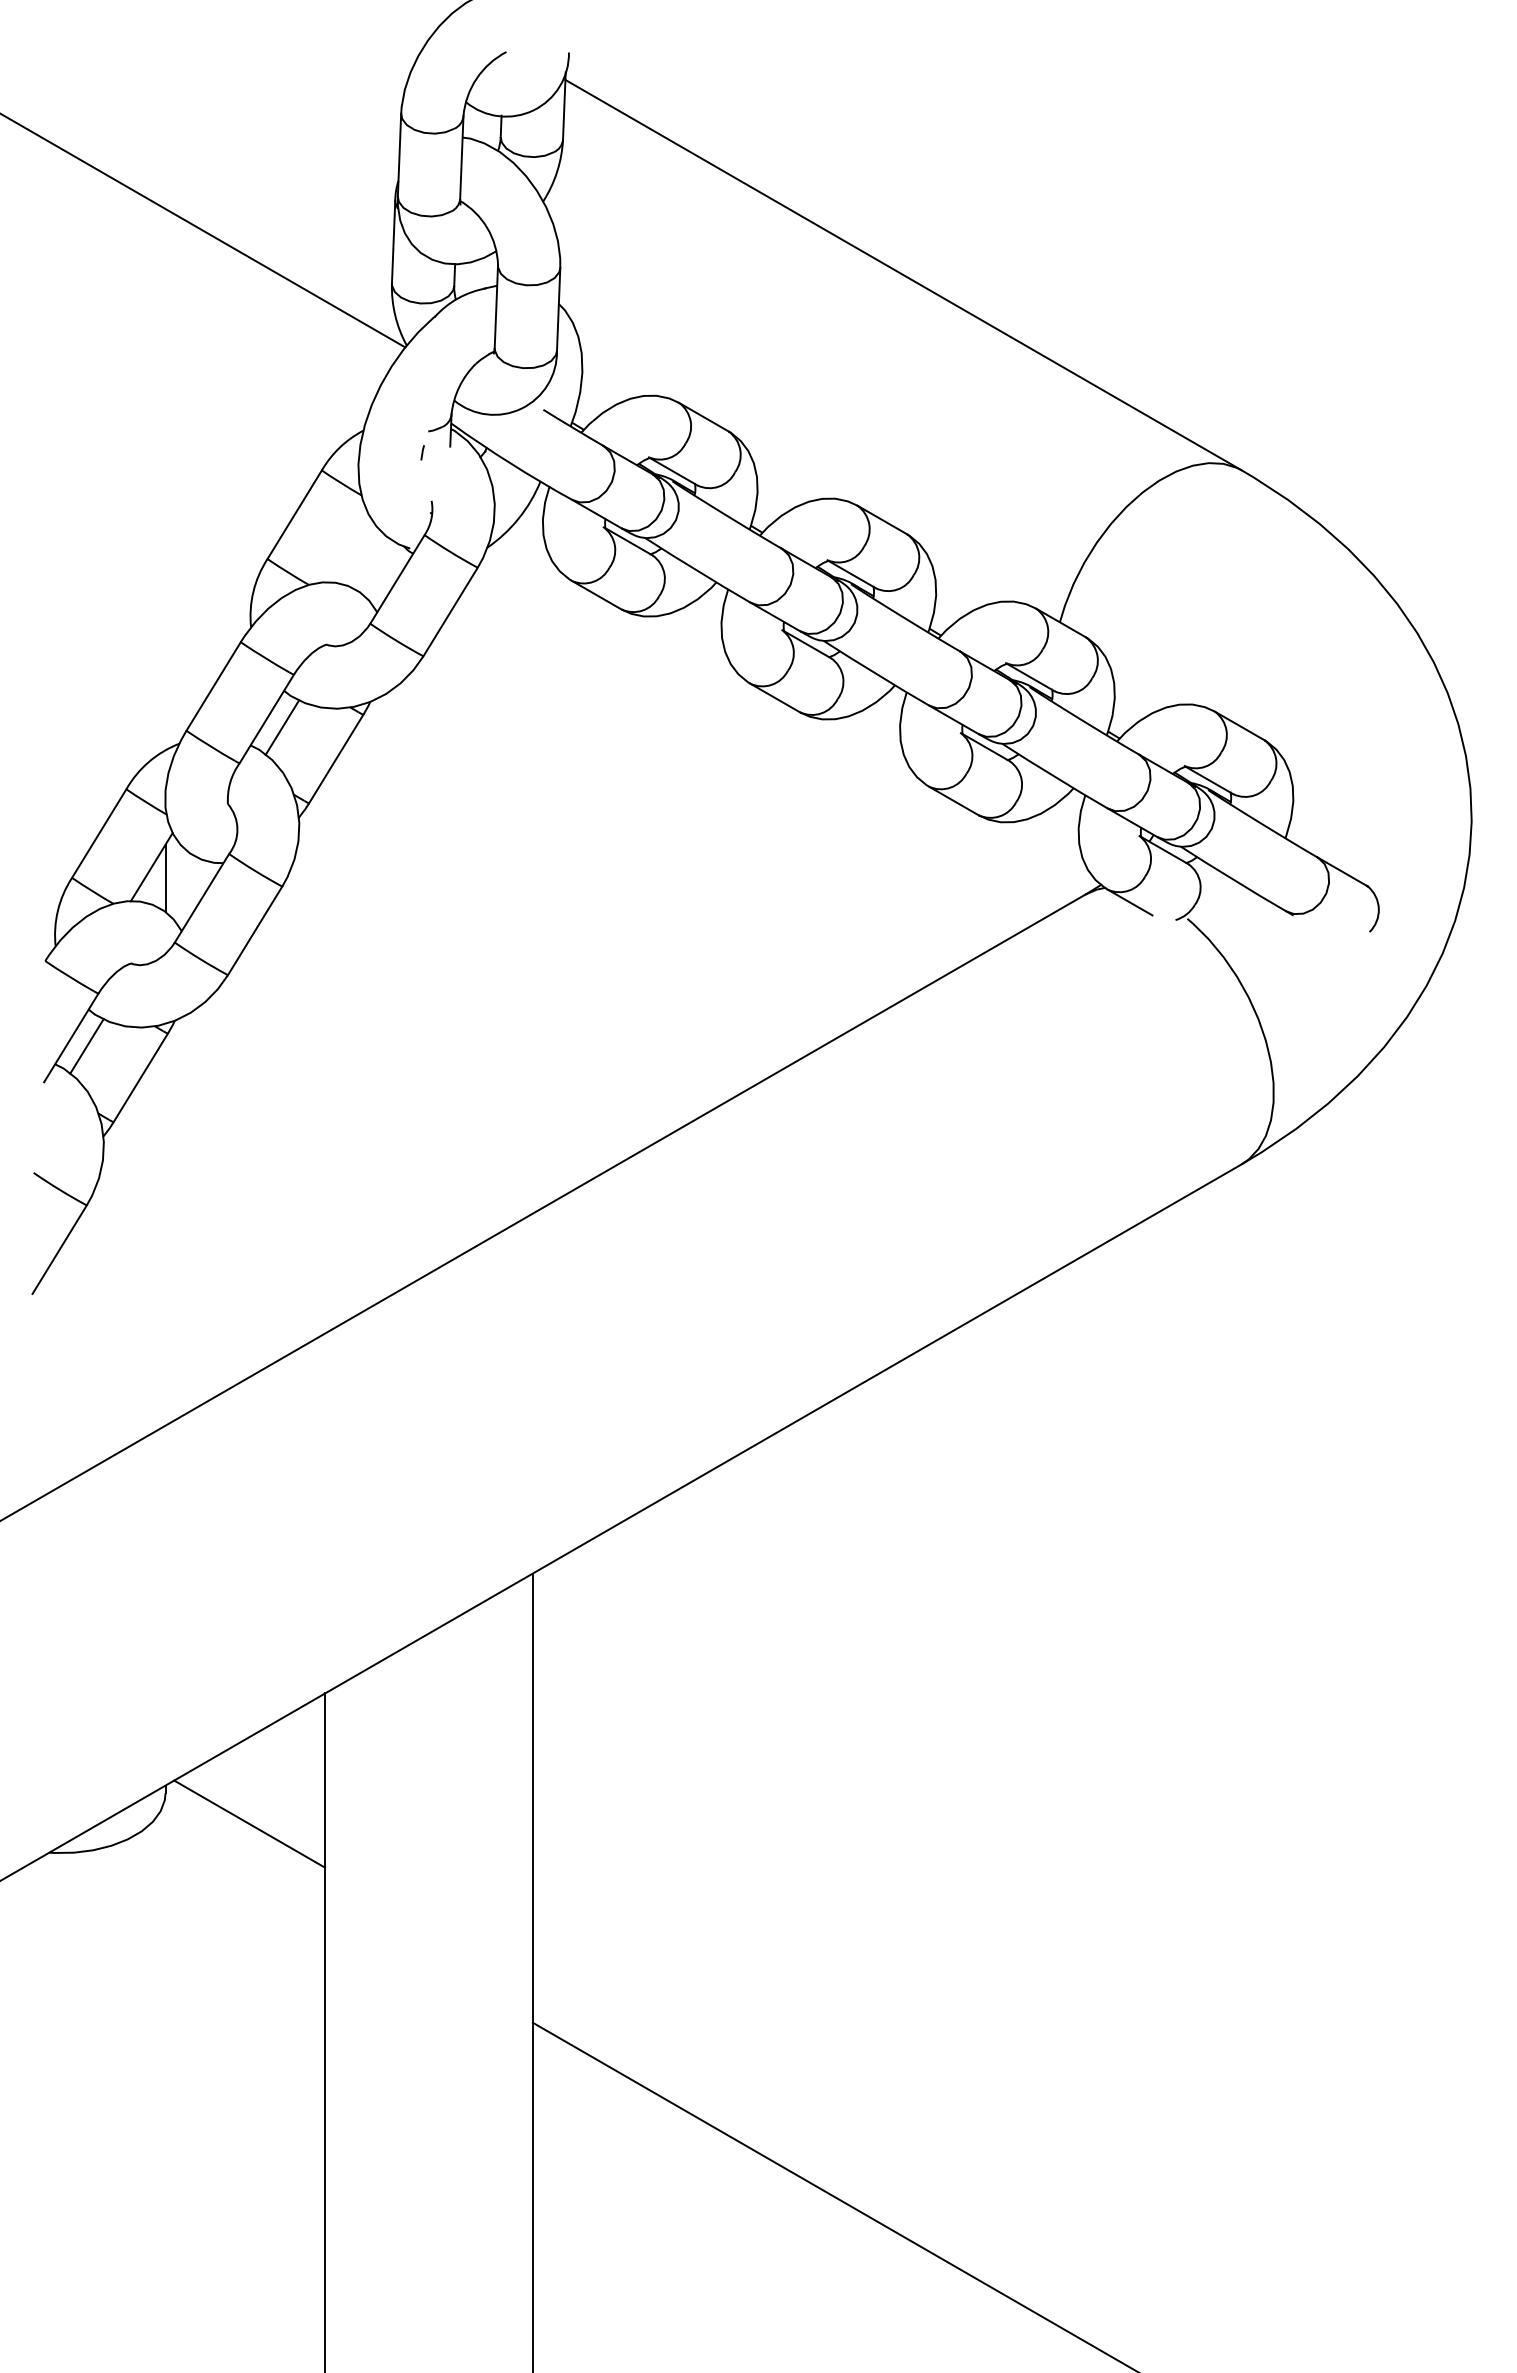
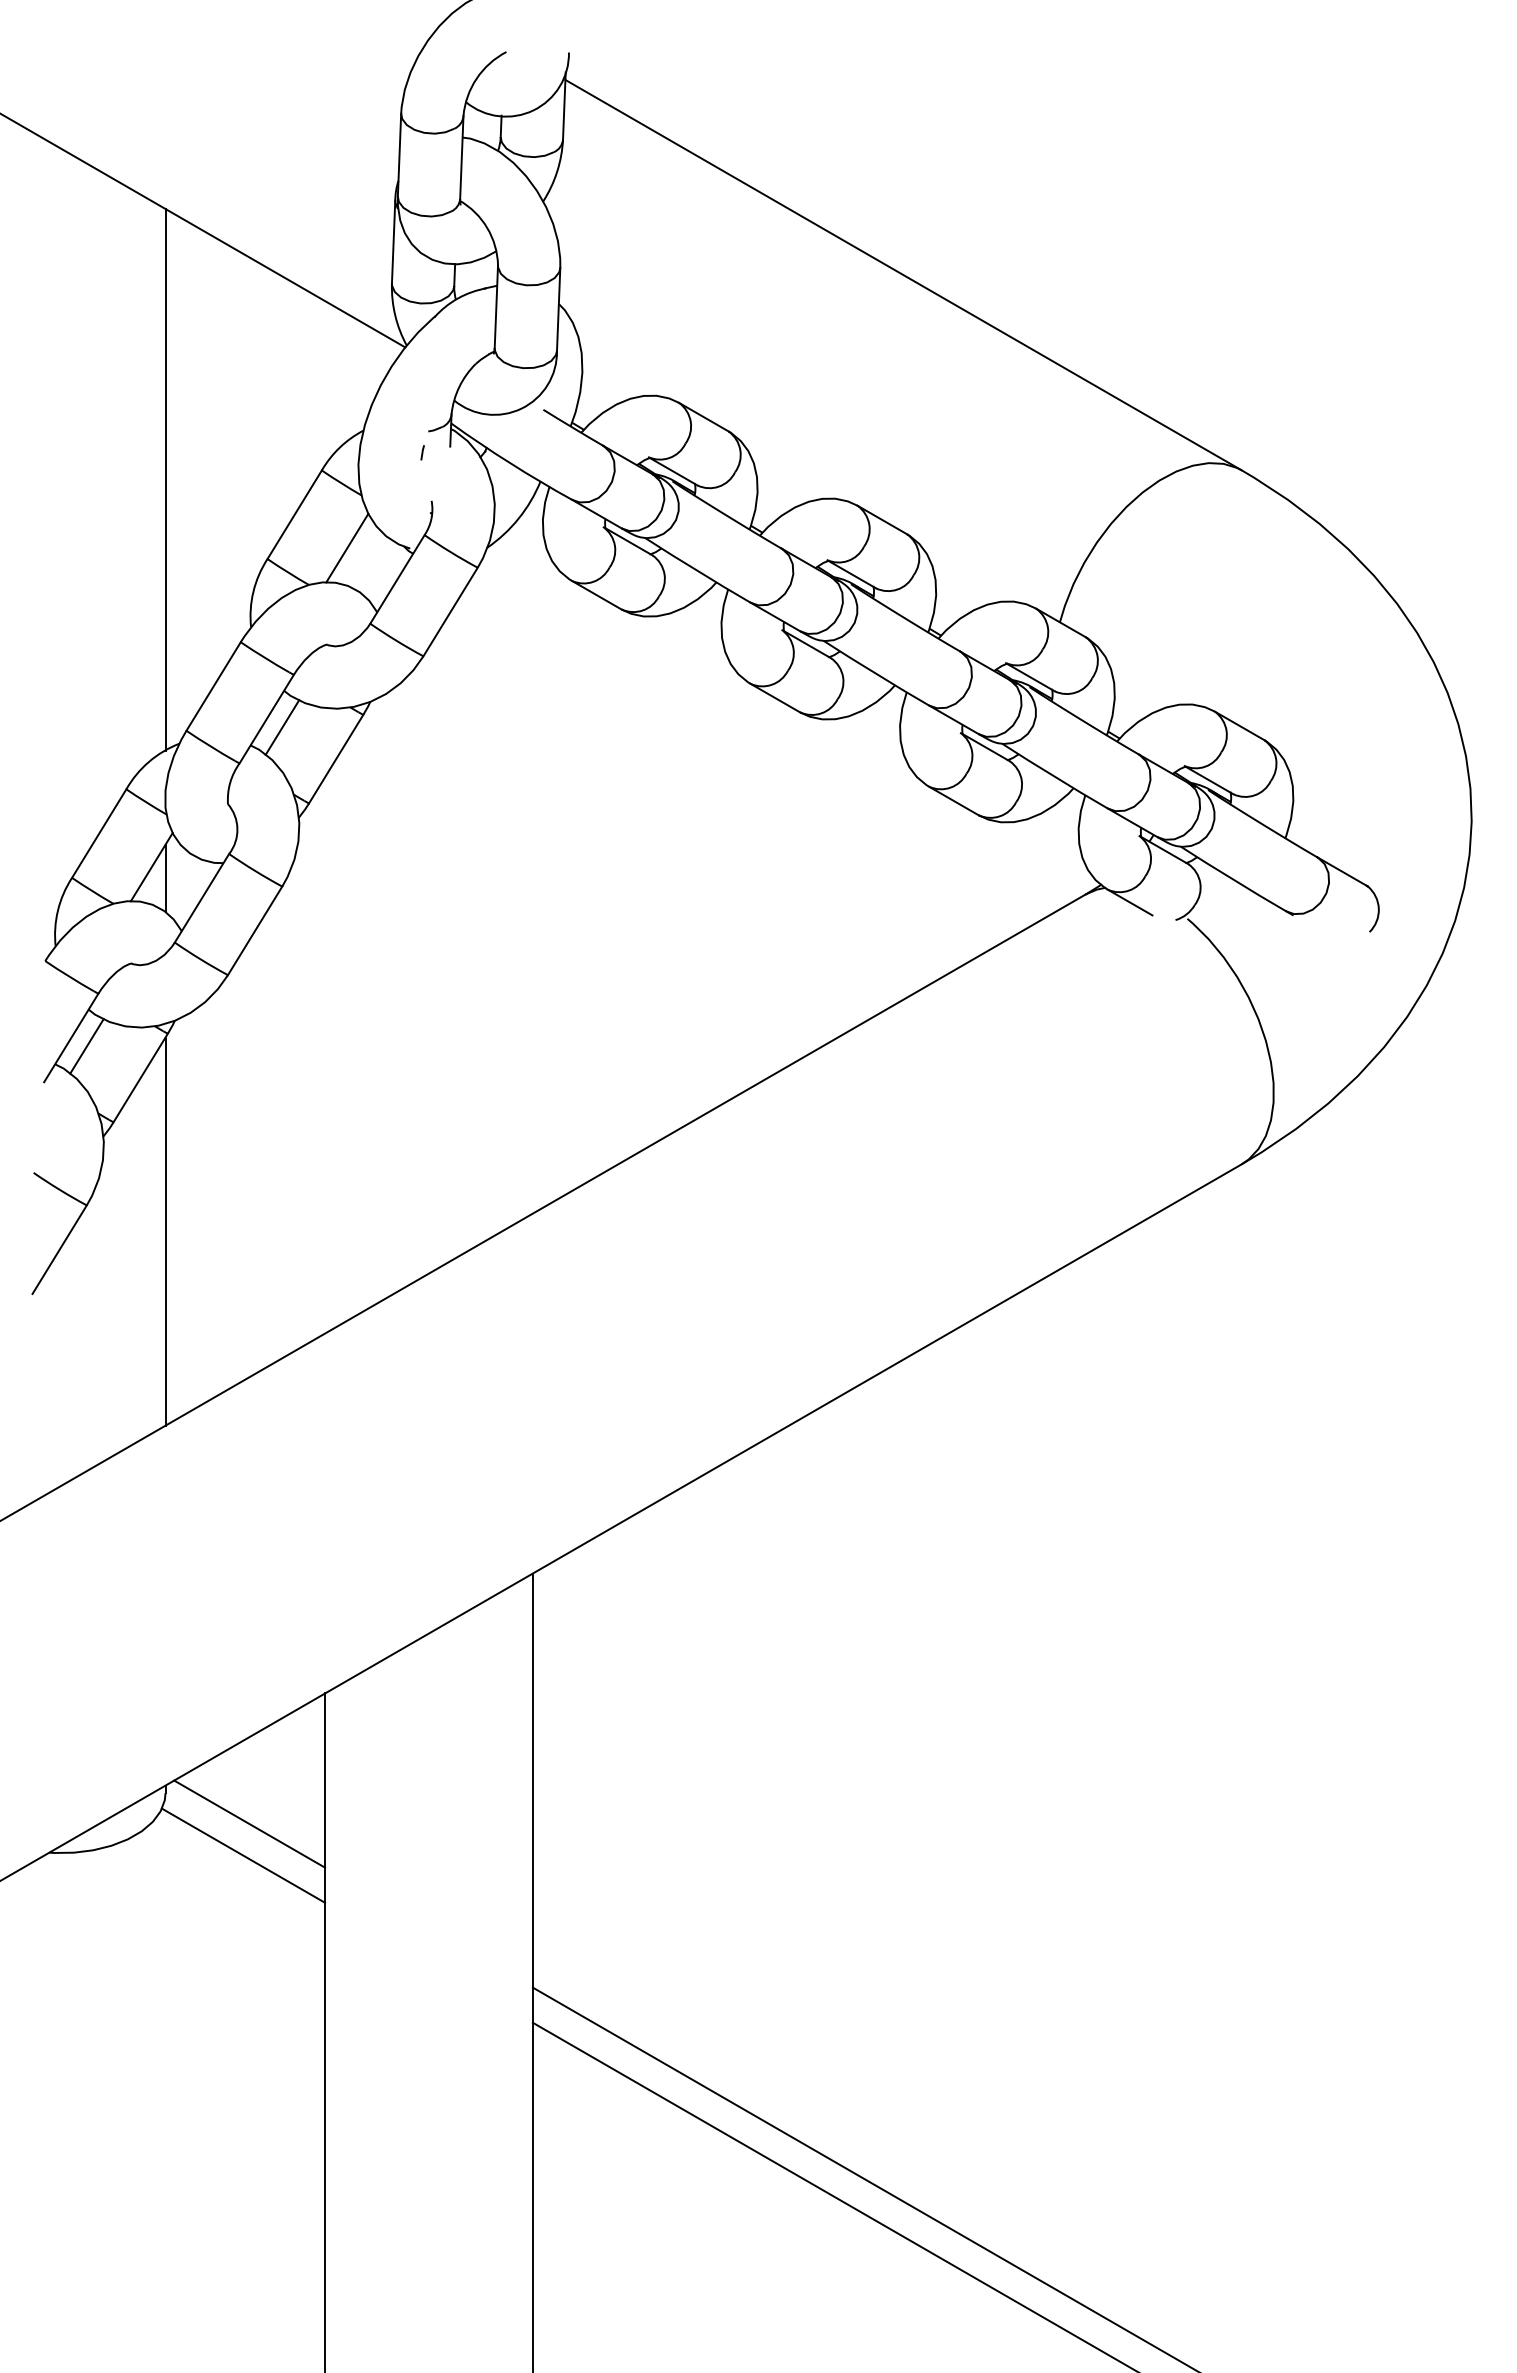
line at (165, 479): none -> present
line at (347, 547): none -> present
line at (165, 1231): none -> present
line at (243, 1855): none -> present
line at (863, 2178): none -> present
